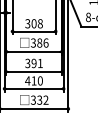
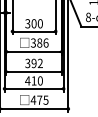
text at (39, 24): 308 -> 300
text at (39, 62): 391 -> 392
text at (39, 99): 332 -> 475
